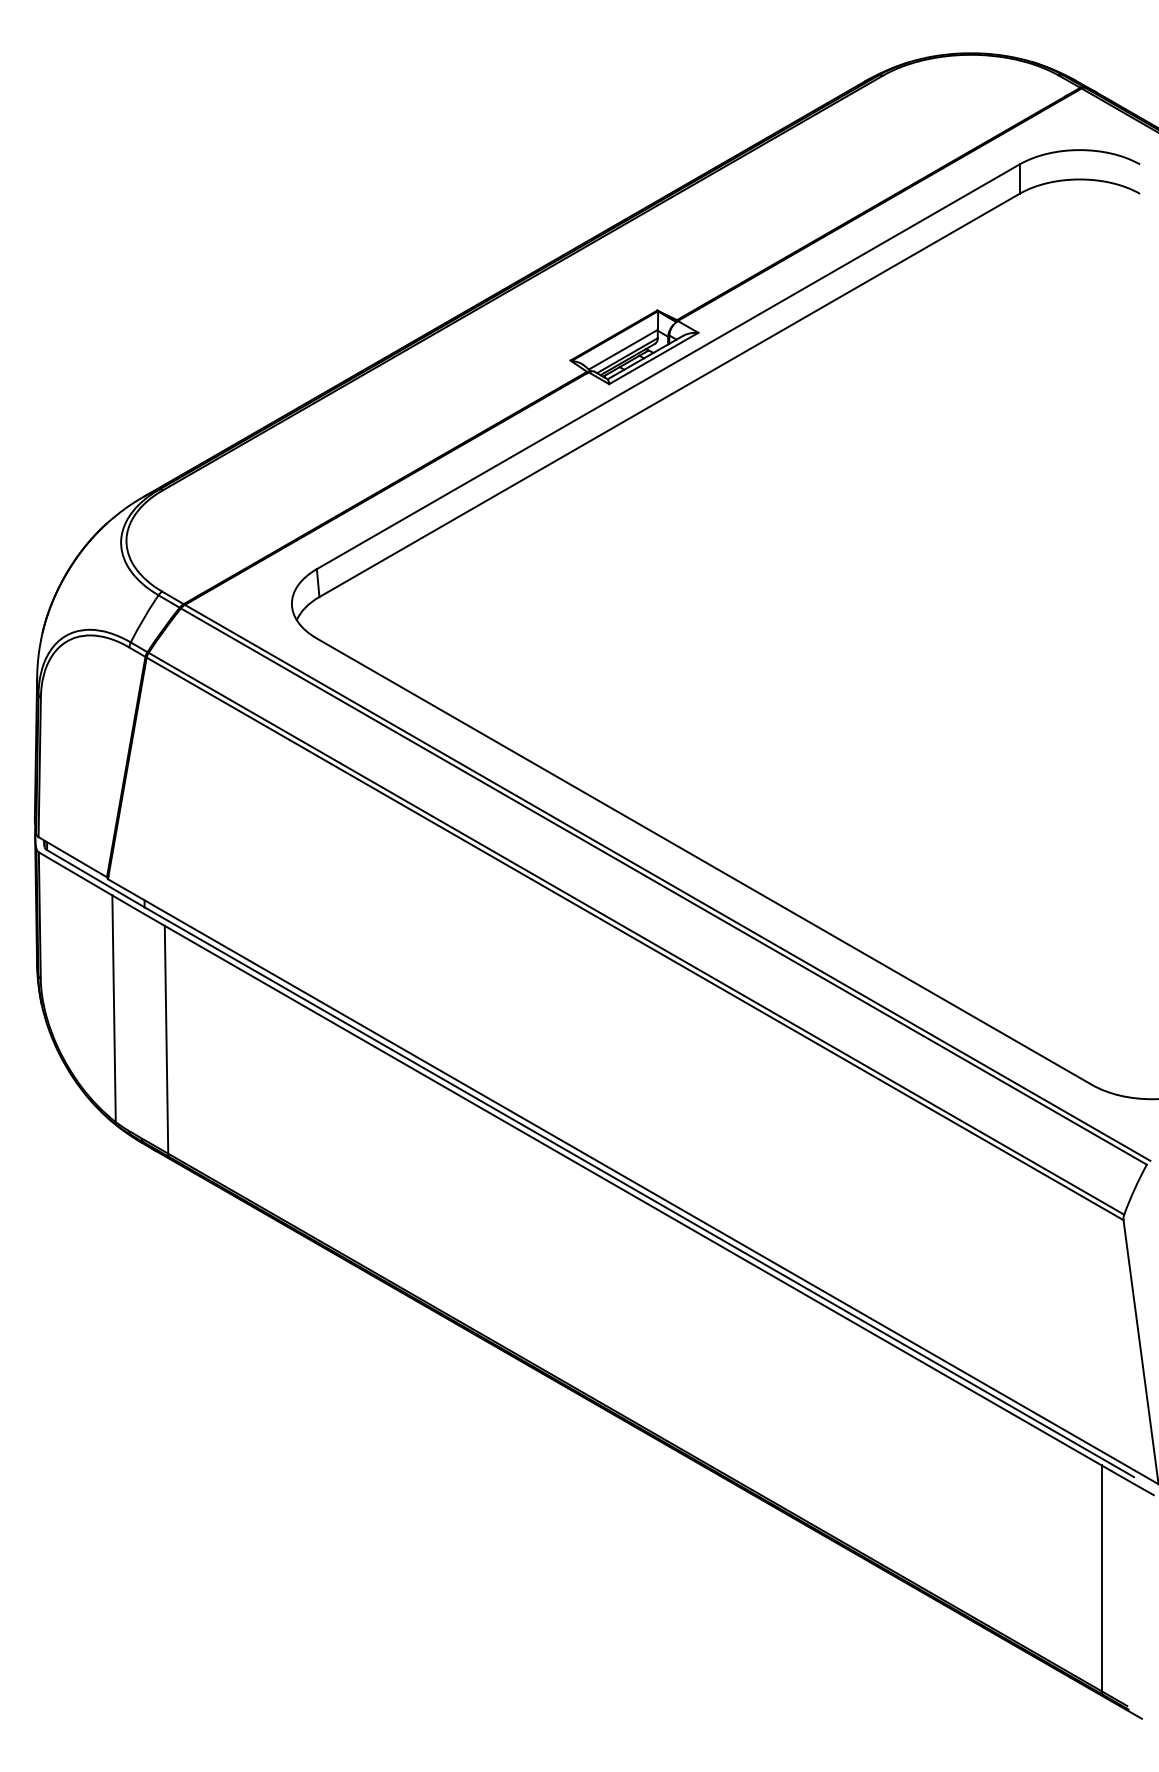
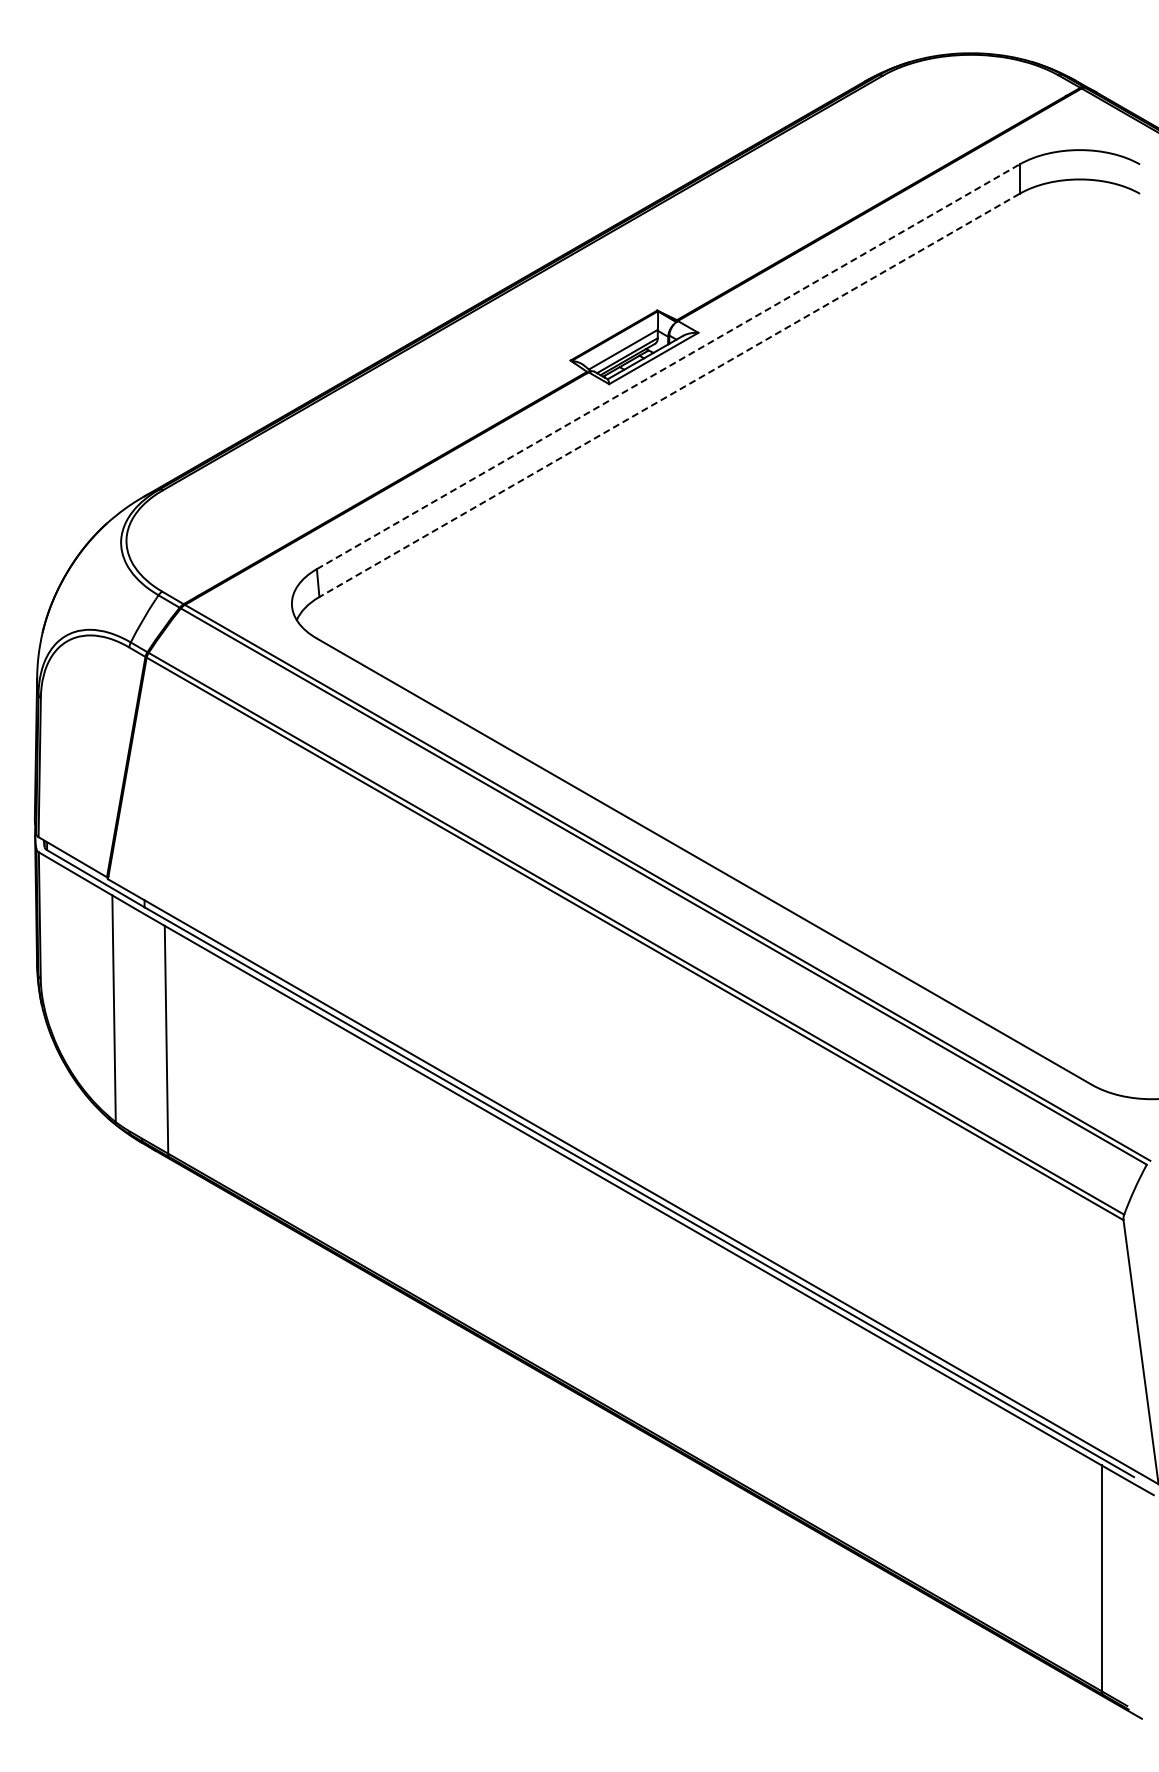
line at (668, 366): solid -> dashed
line at (669, 395): solid -> dashed
